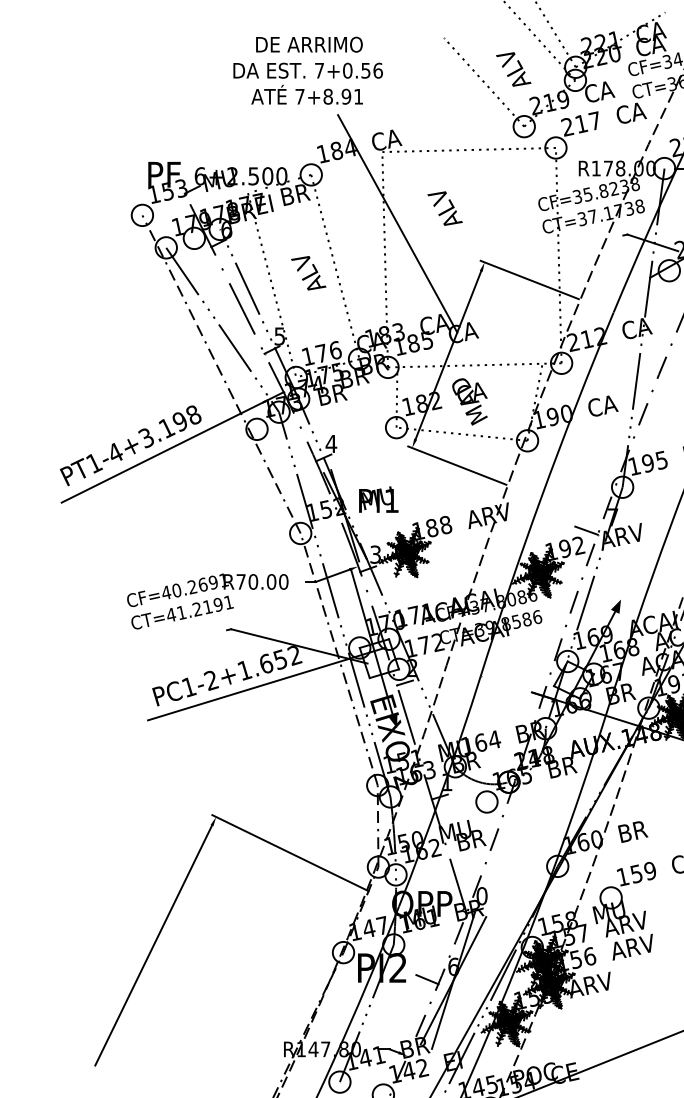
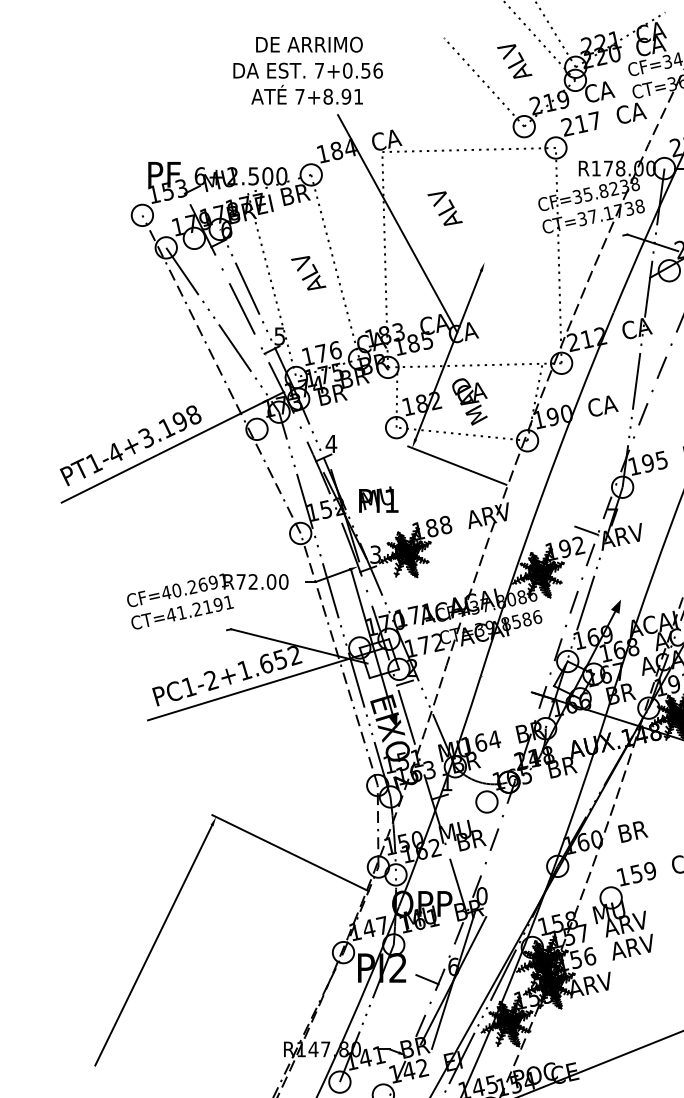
text at (513, 69) position: (513, 69) -> (514, 61)
line at (529, 279): present -> none
text at (253, 581): R70.00 -> R72.00
